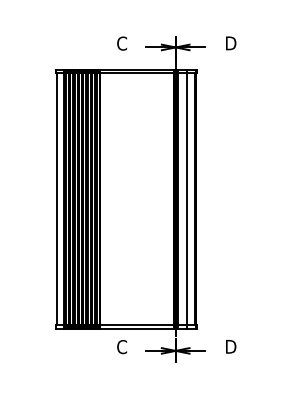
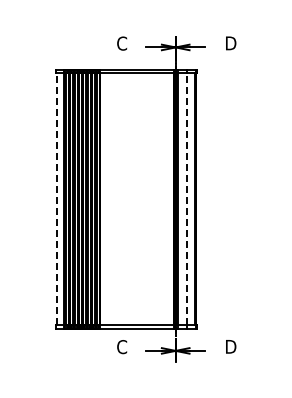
line at (57, 198): solid -> dashed
line at (186, 198): solid -> dashed
